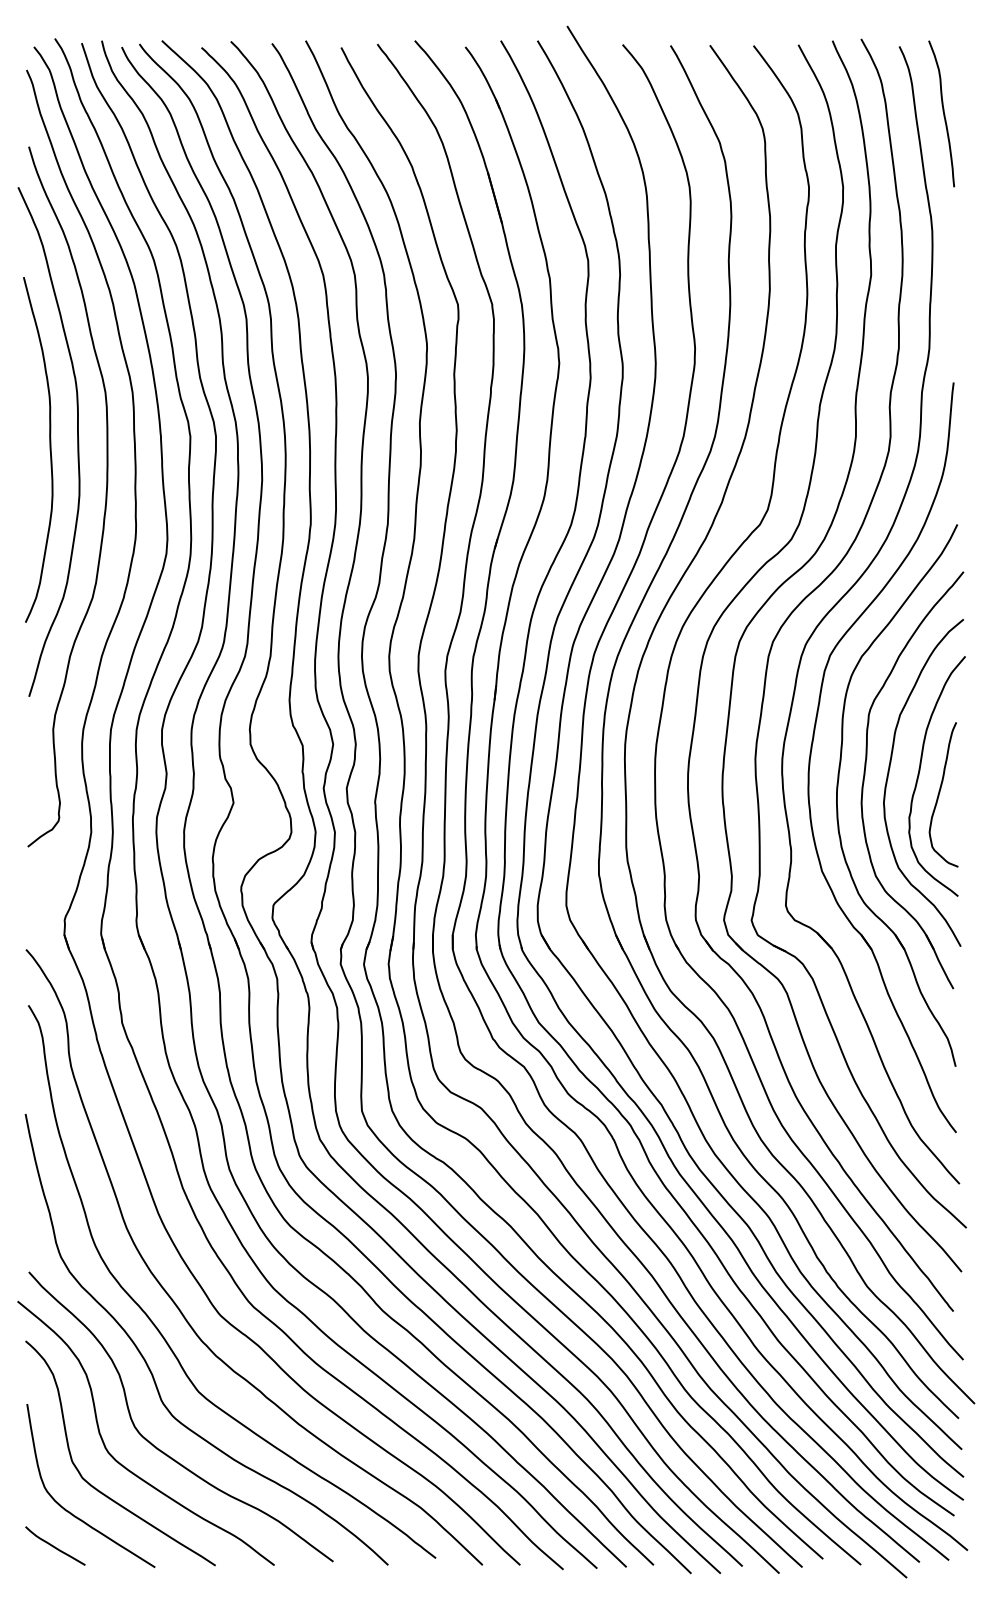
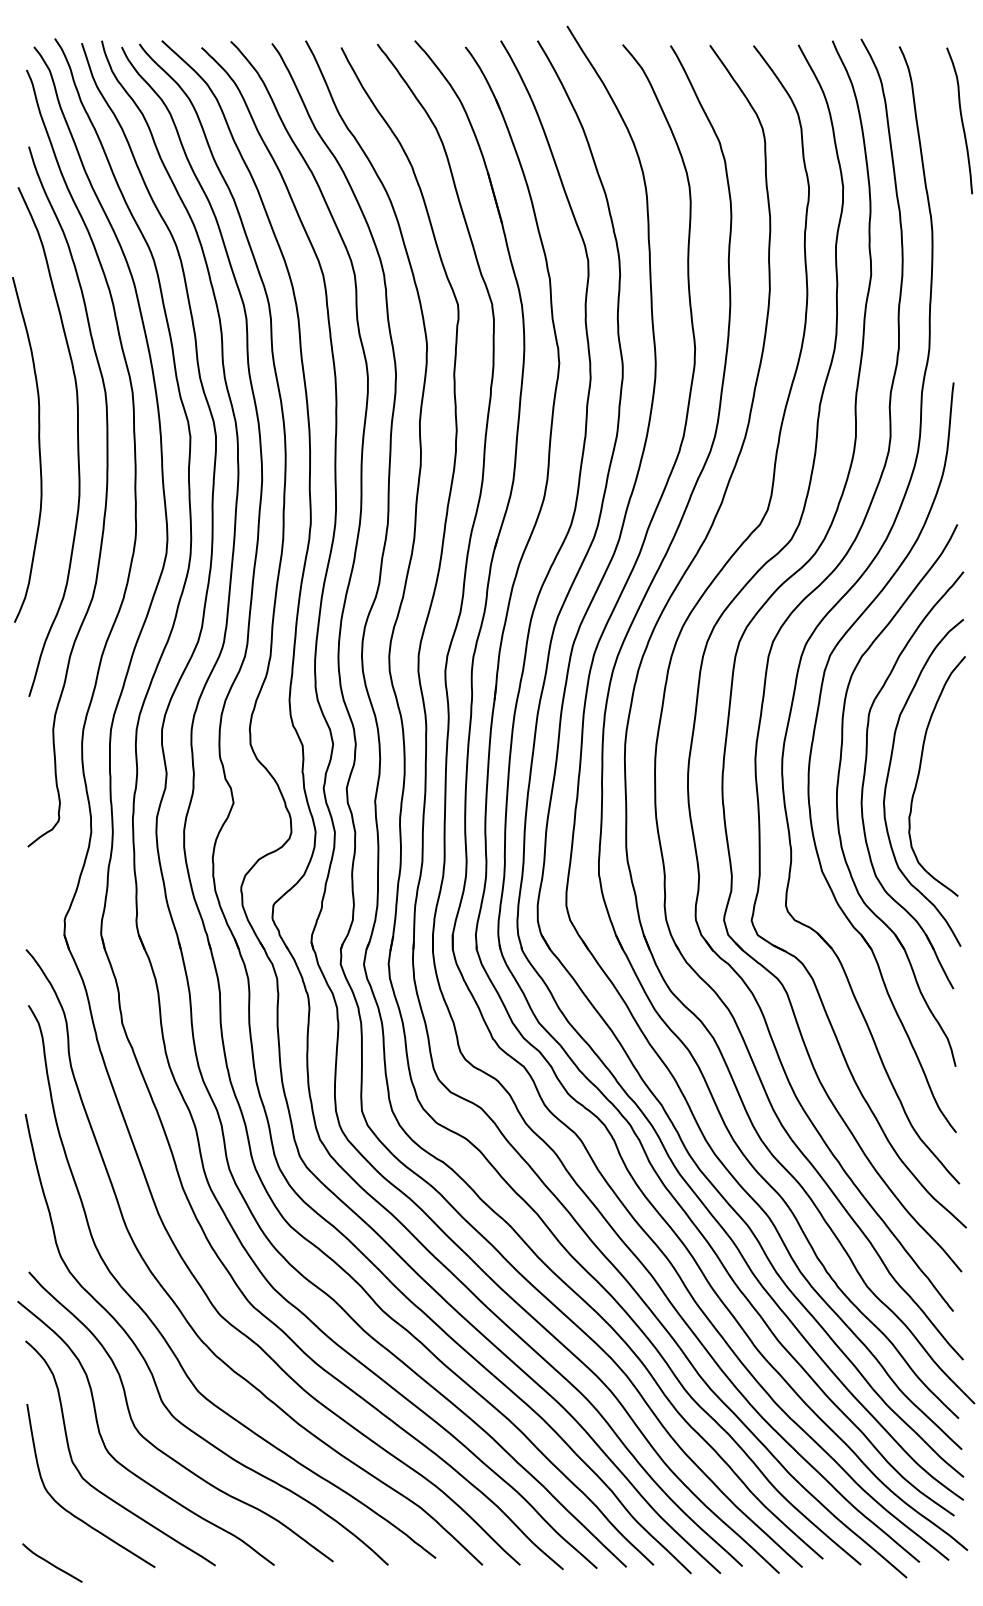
curve at (943, 113) position: (943, 113) -> (961, 120)
curve at (49, 449) position: (49, 449) -> (38, 449)
curve at (940, 792): present -> none
curve at (55, 1546) position: (55, 1546) -> (52, 1563)
